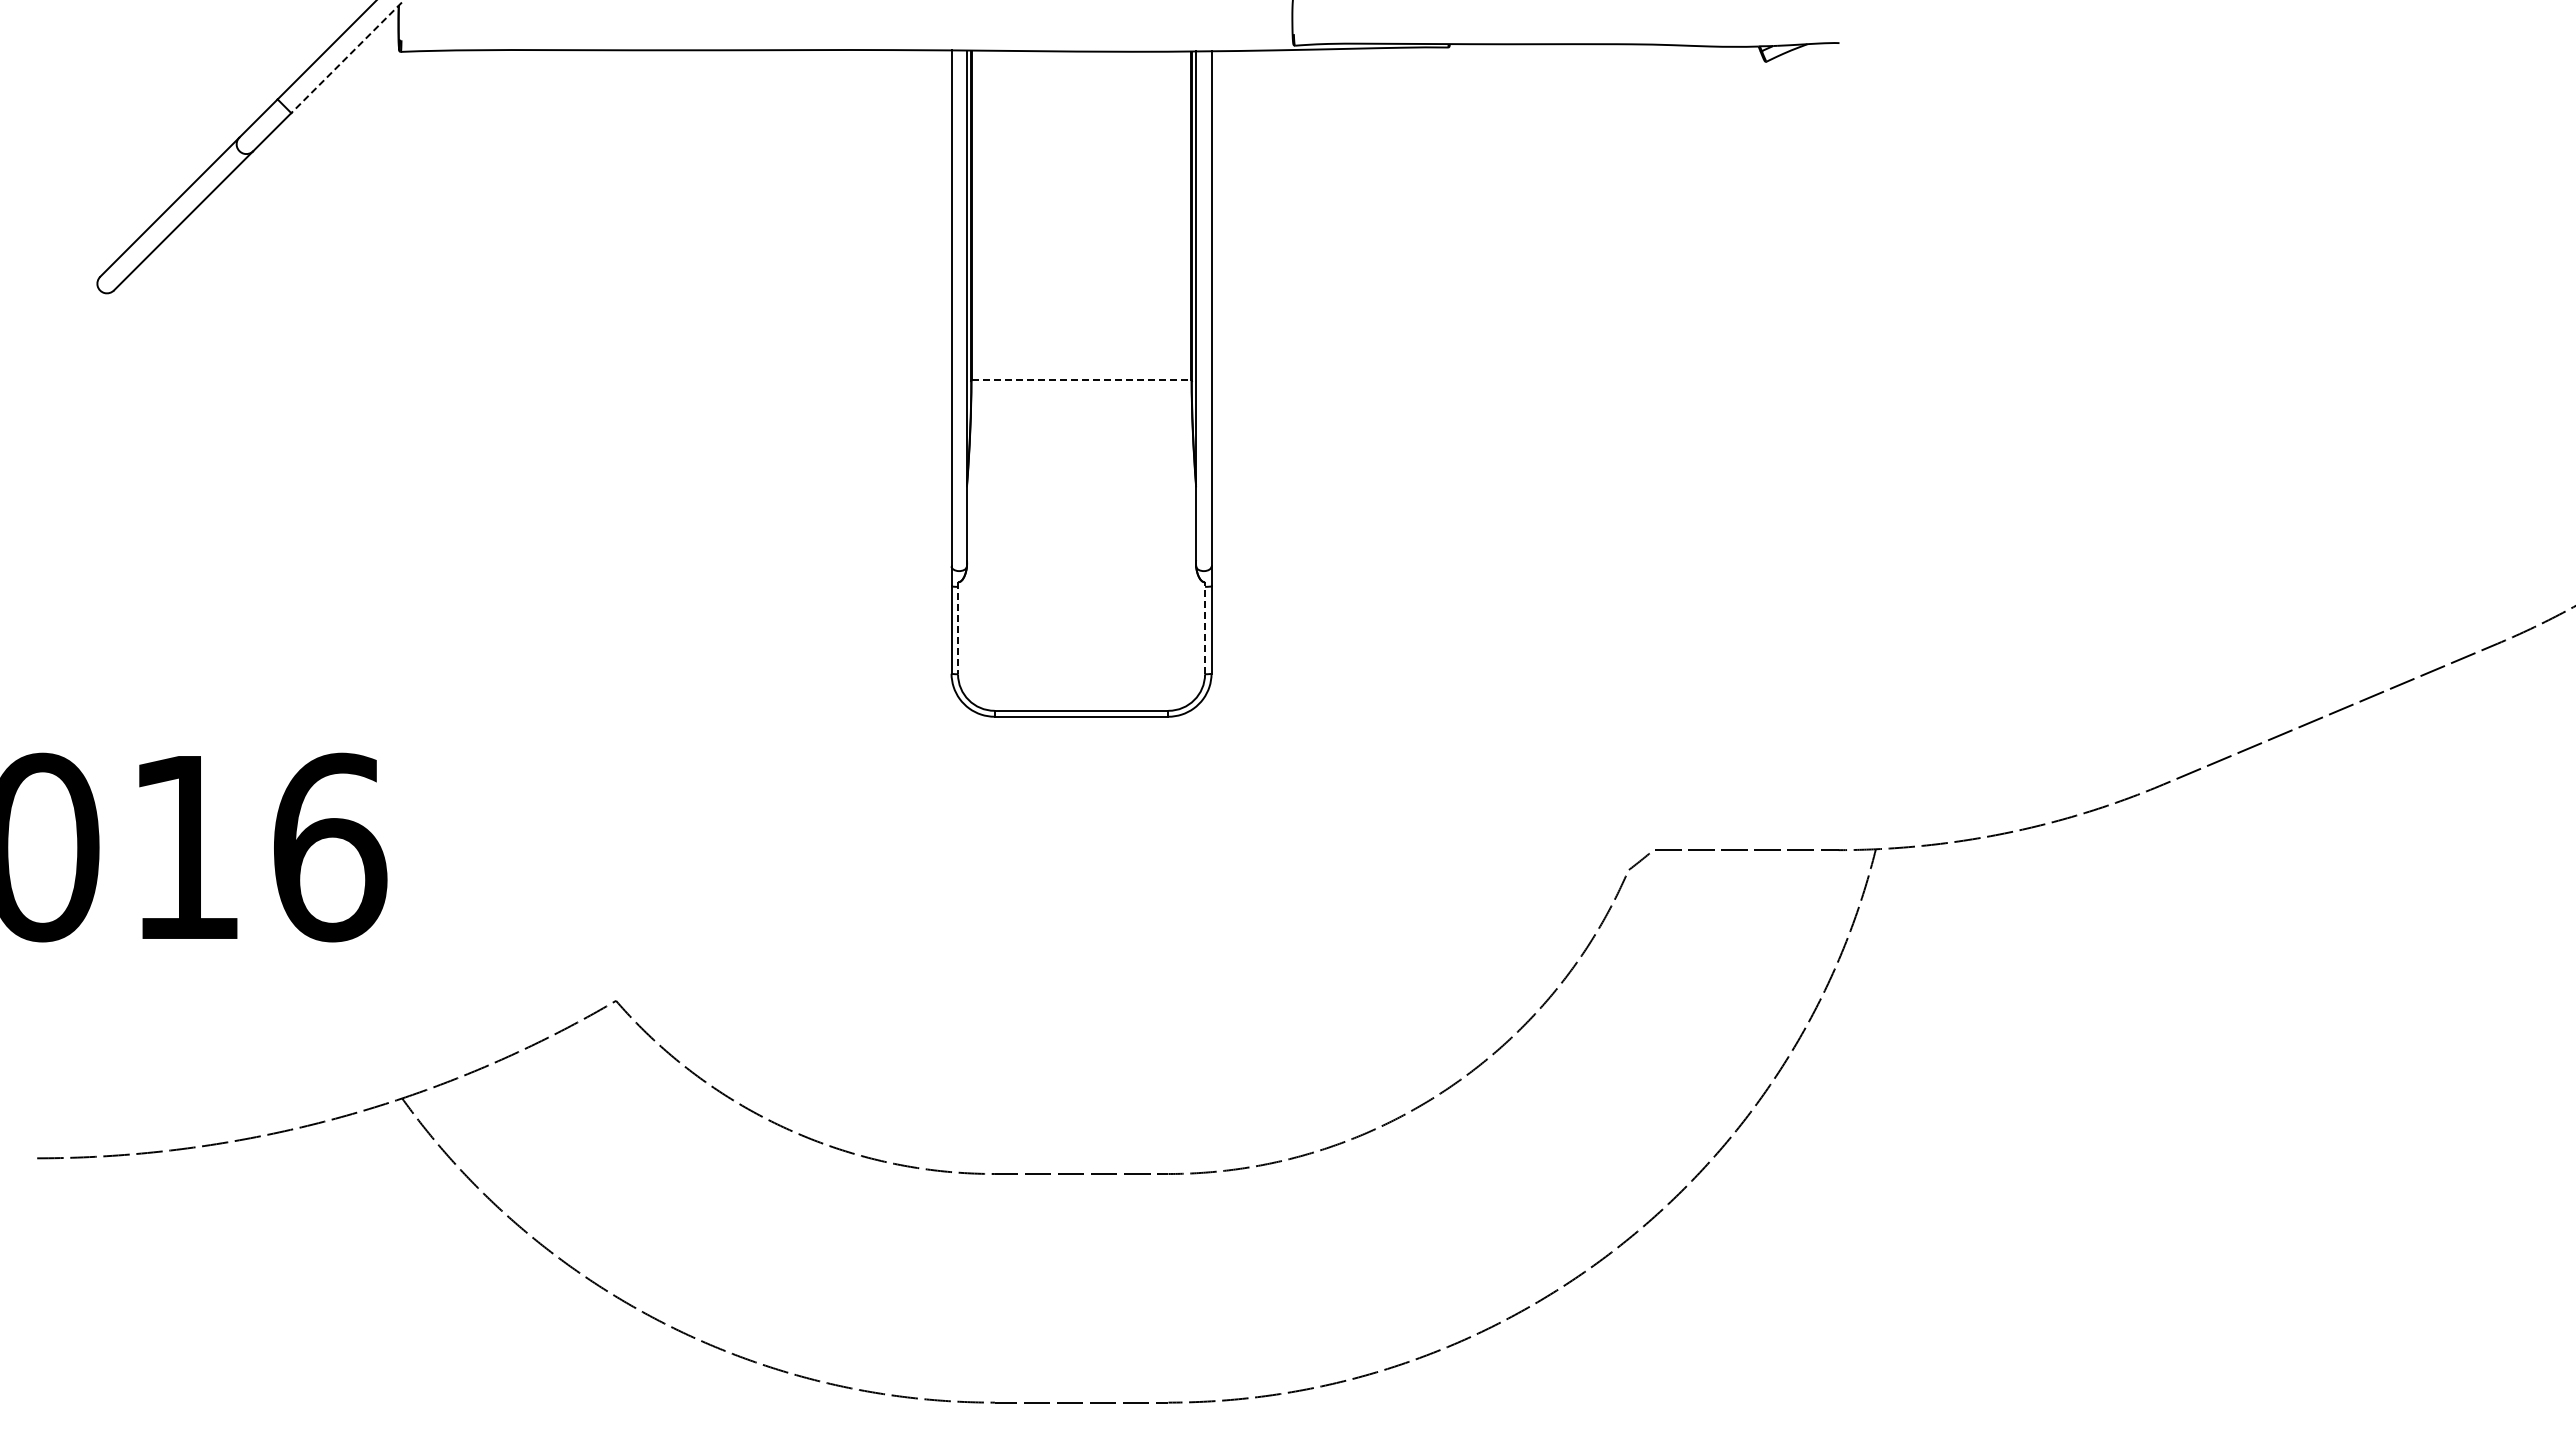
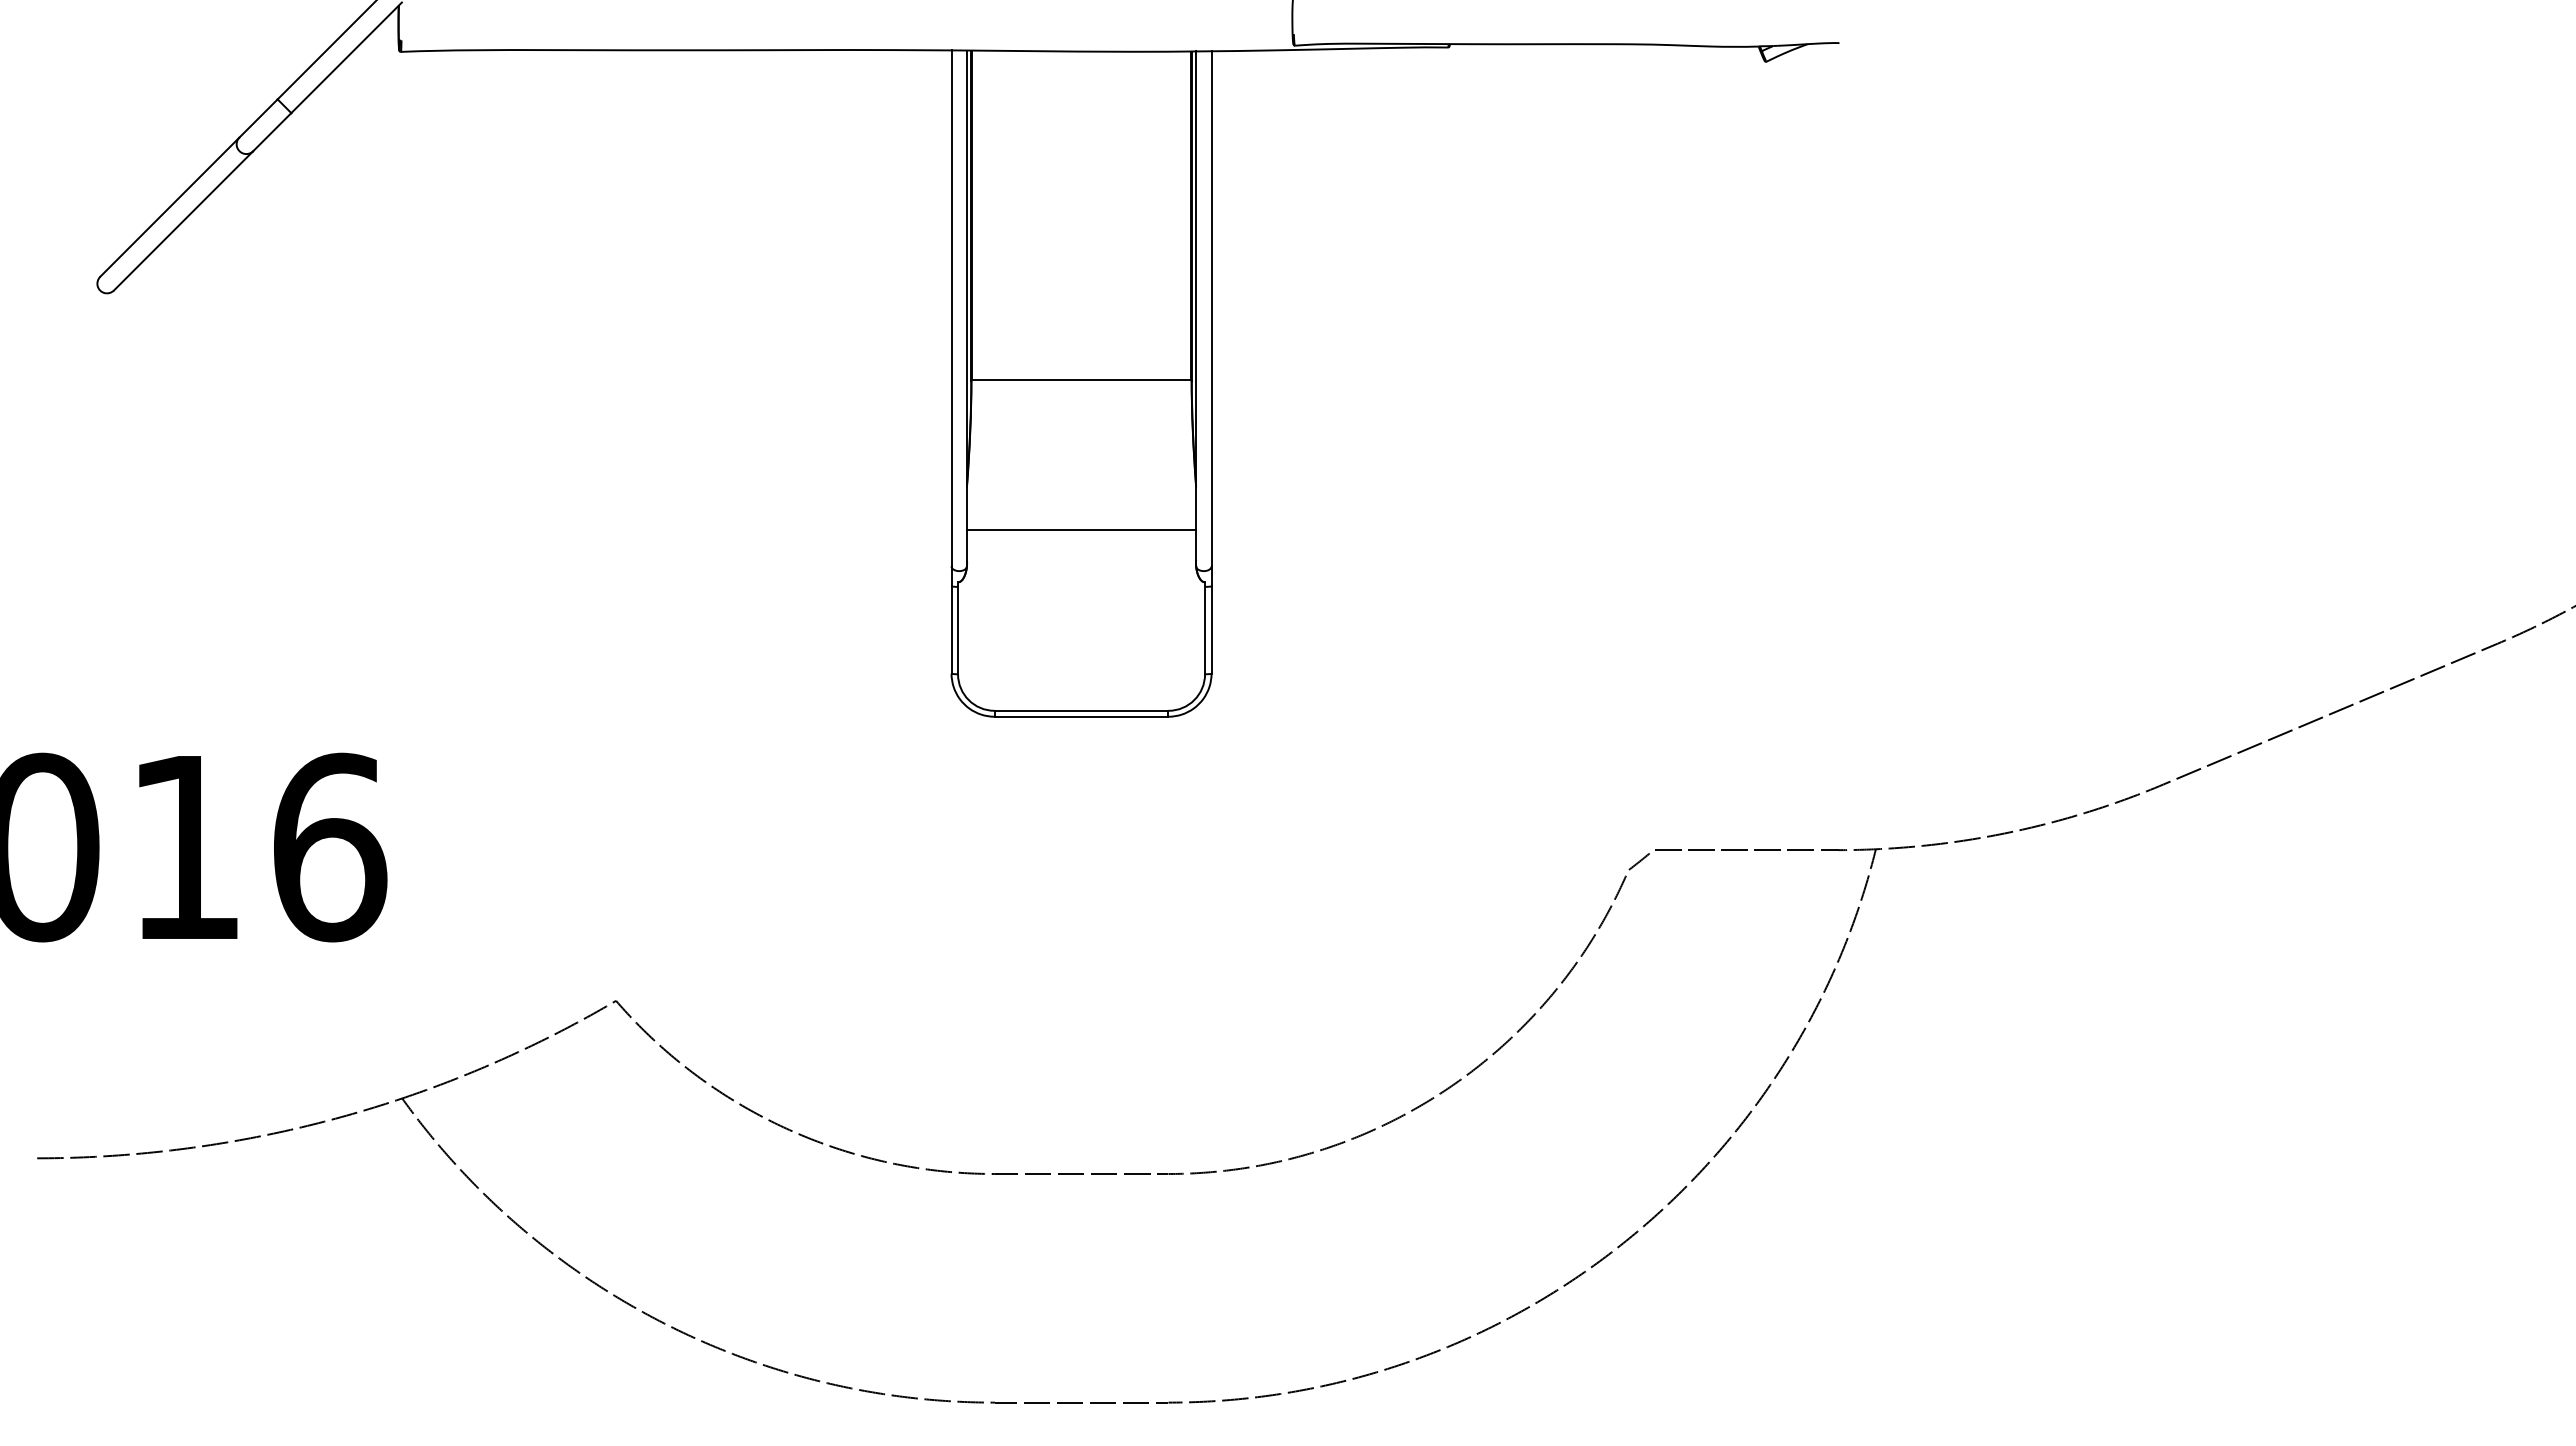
line at (346, 58): dashed -> solid
line at (1081, 380): dashed -> solid
line at (1081, 530): none -> present
line at (1205, 627): dashed -> solid
line at (958, 628): dashed -> solid
